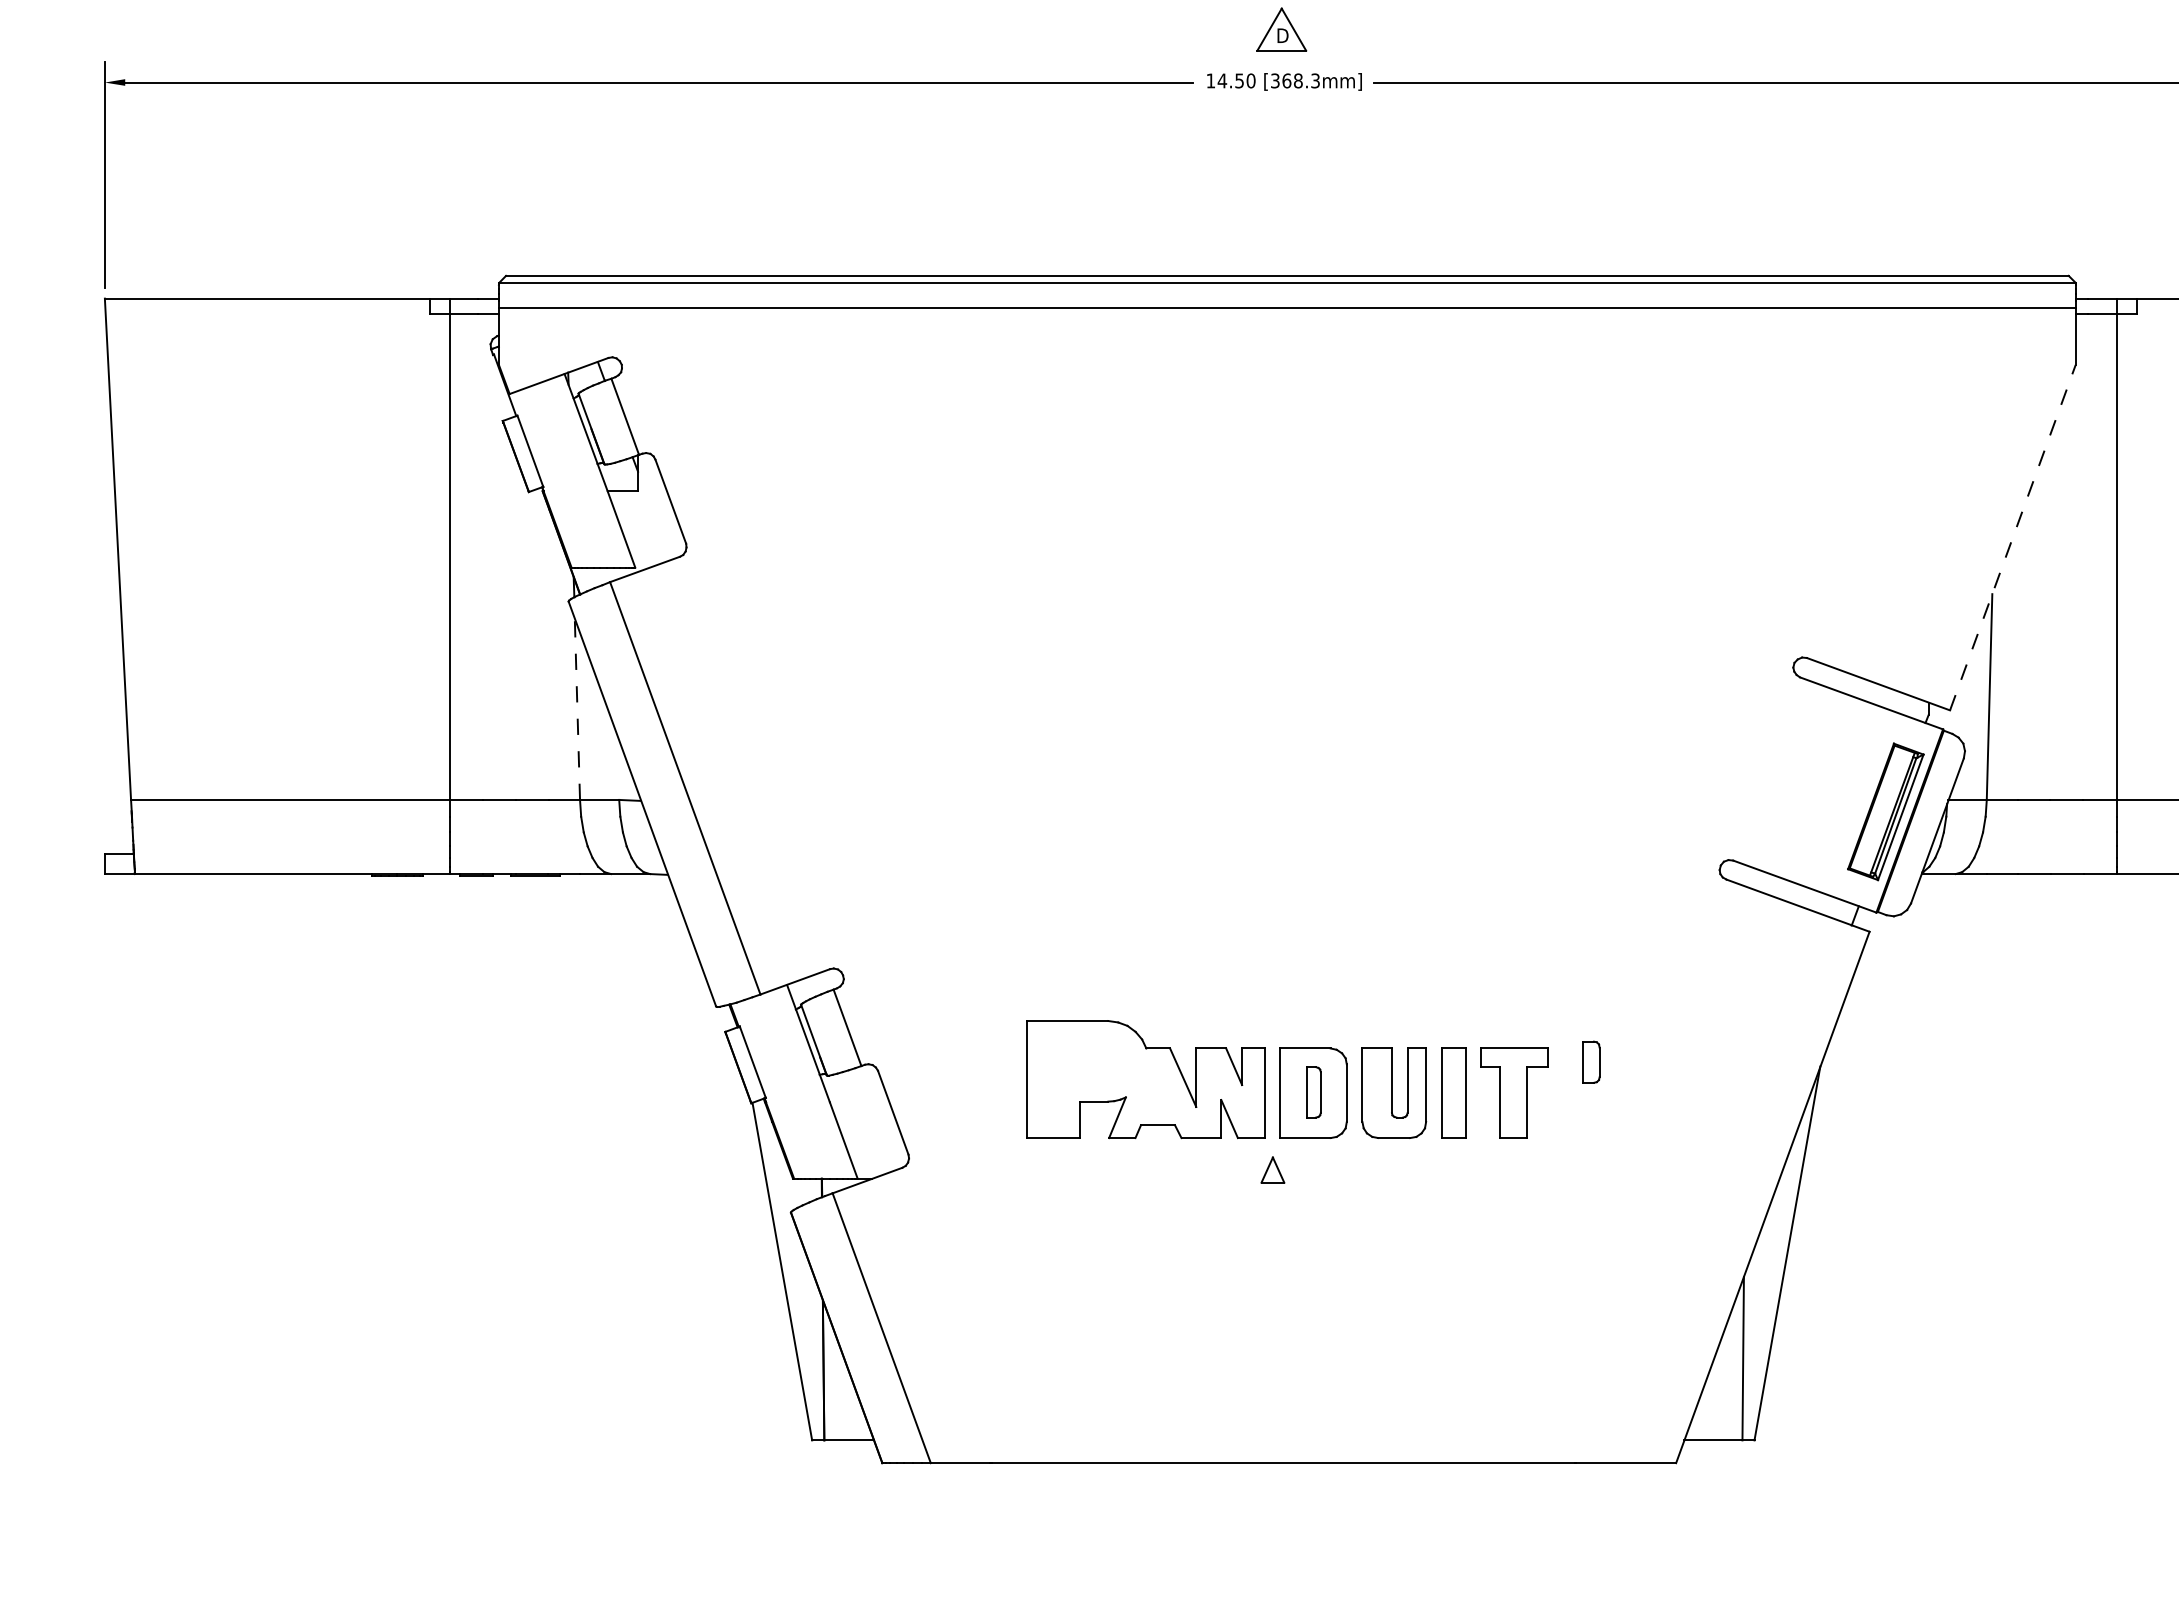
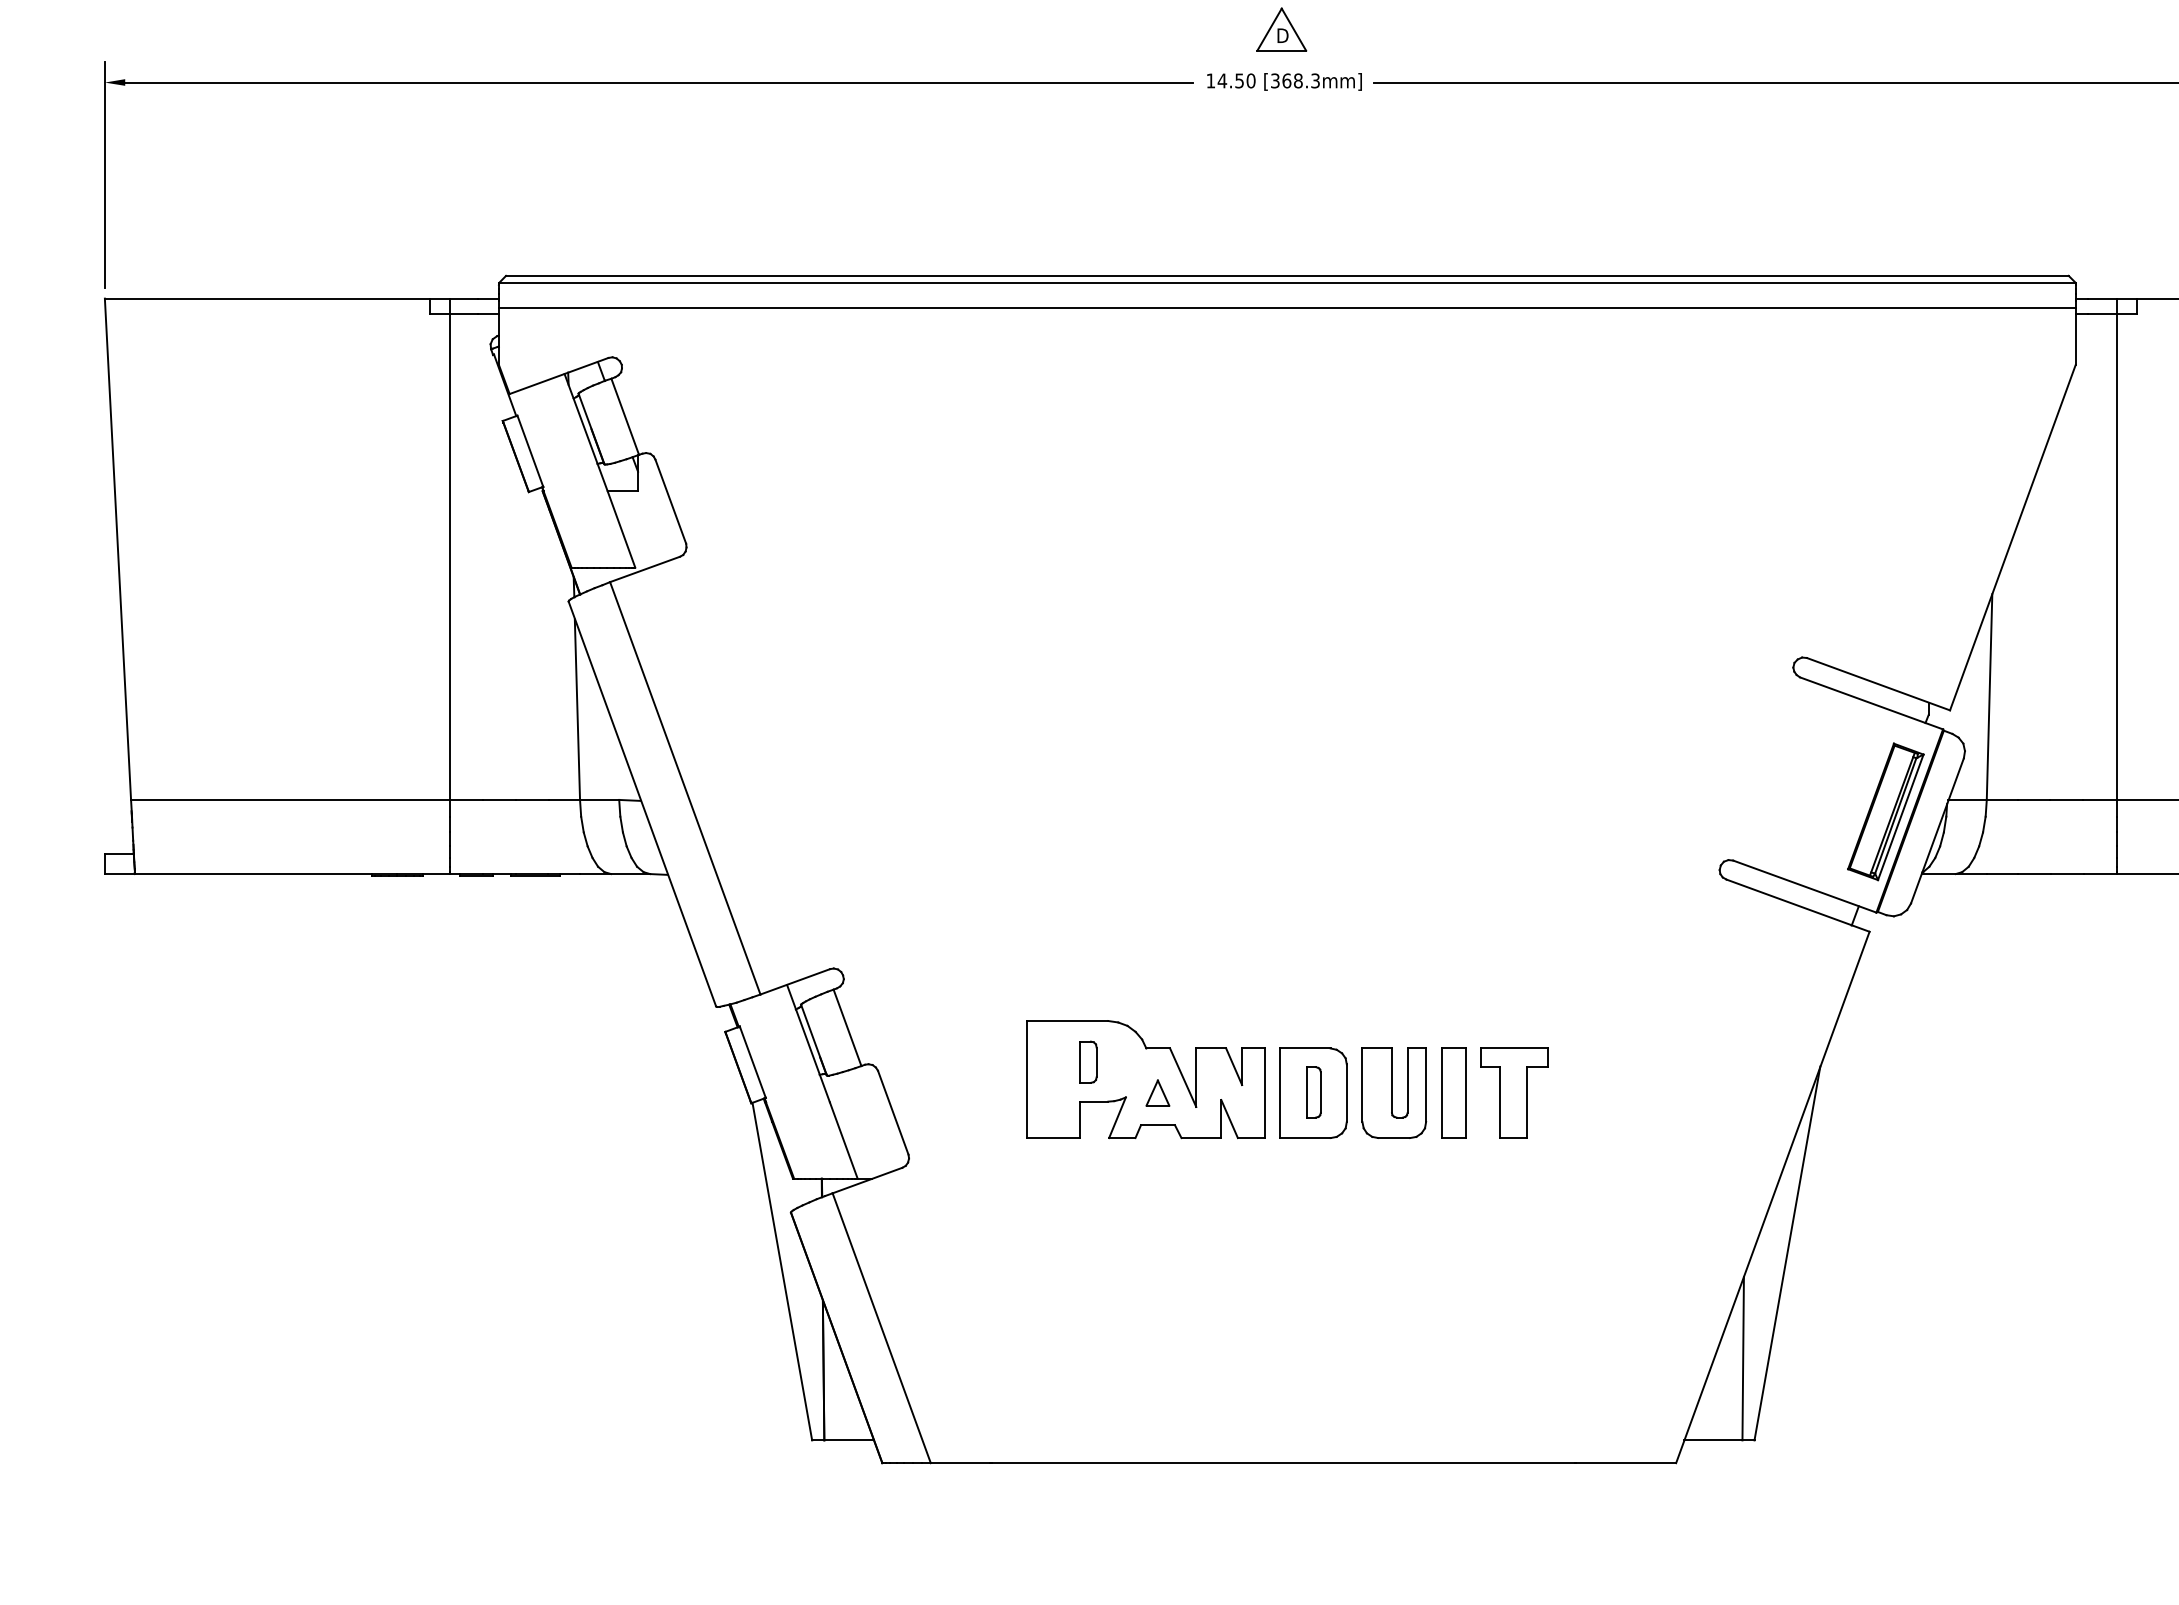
line at (2012, 537): dashed -> solid
line at (577, 709): dashed -> solid
part at (1591, 1061) position: (1591, 1061) -> (1088, 1061)
part at (1272, 1169) position: (1272, 1169) -> (1157, 1092)
